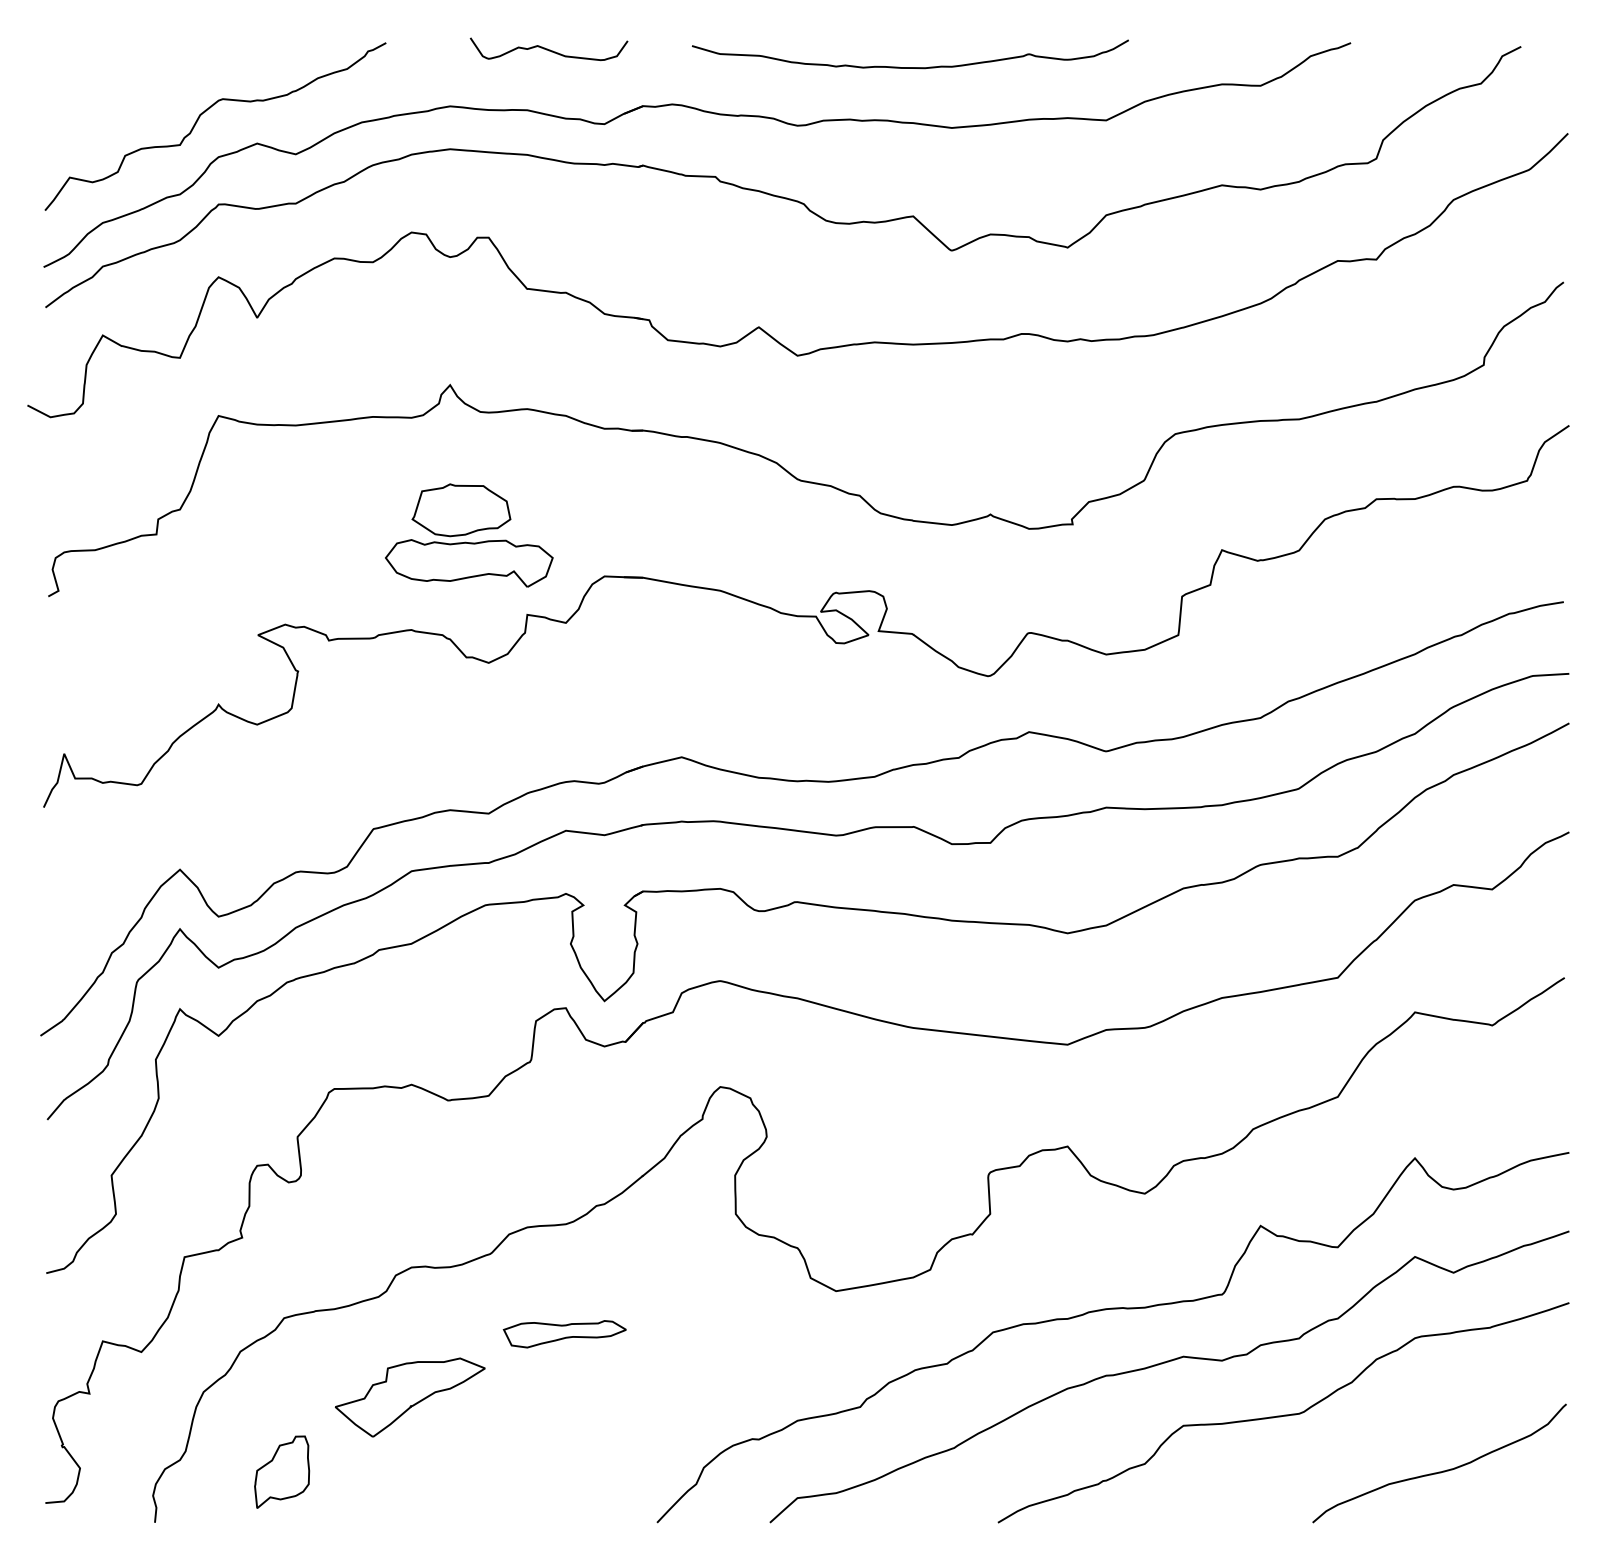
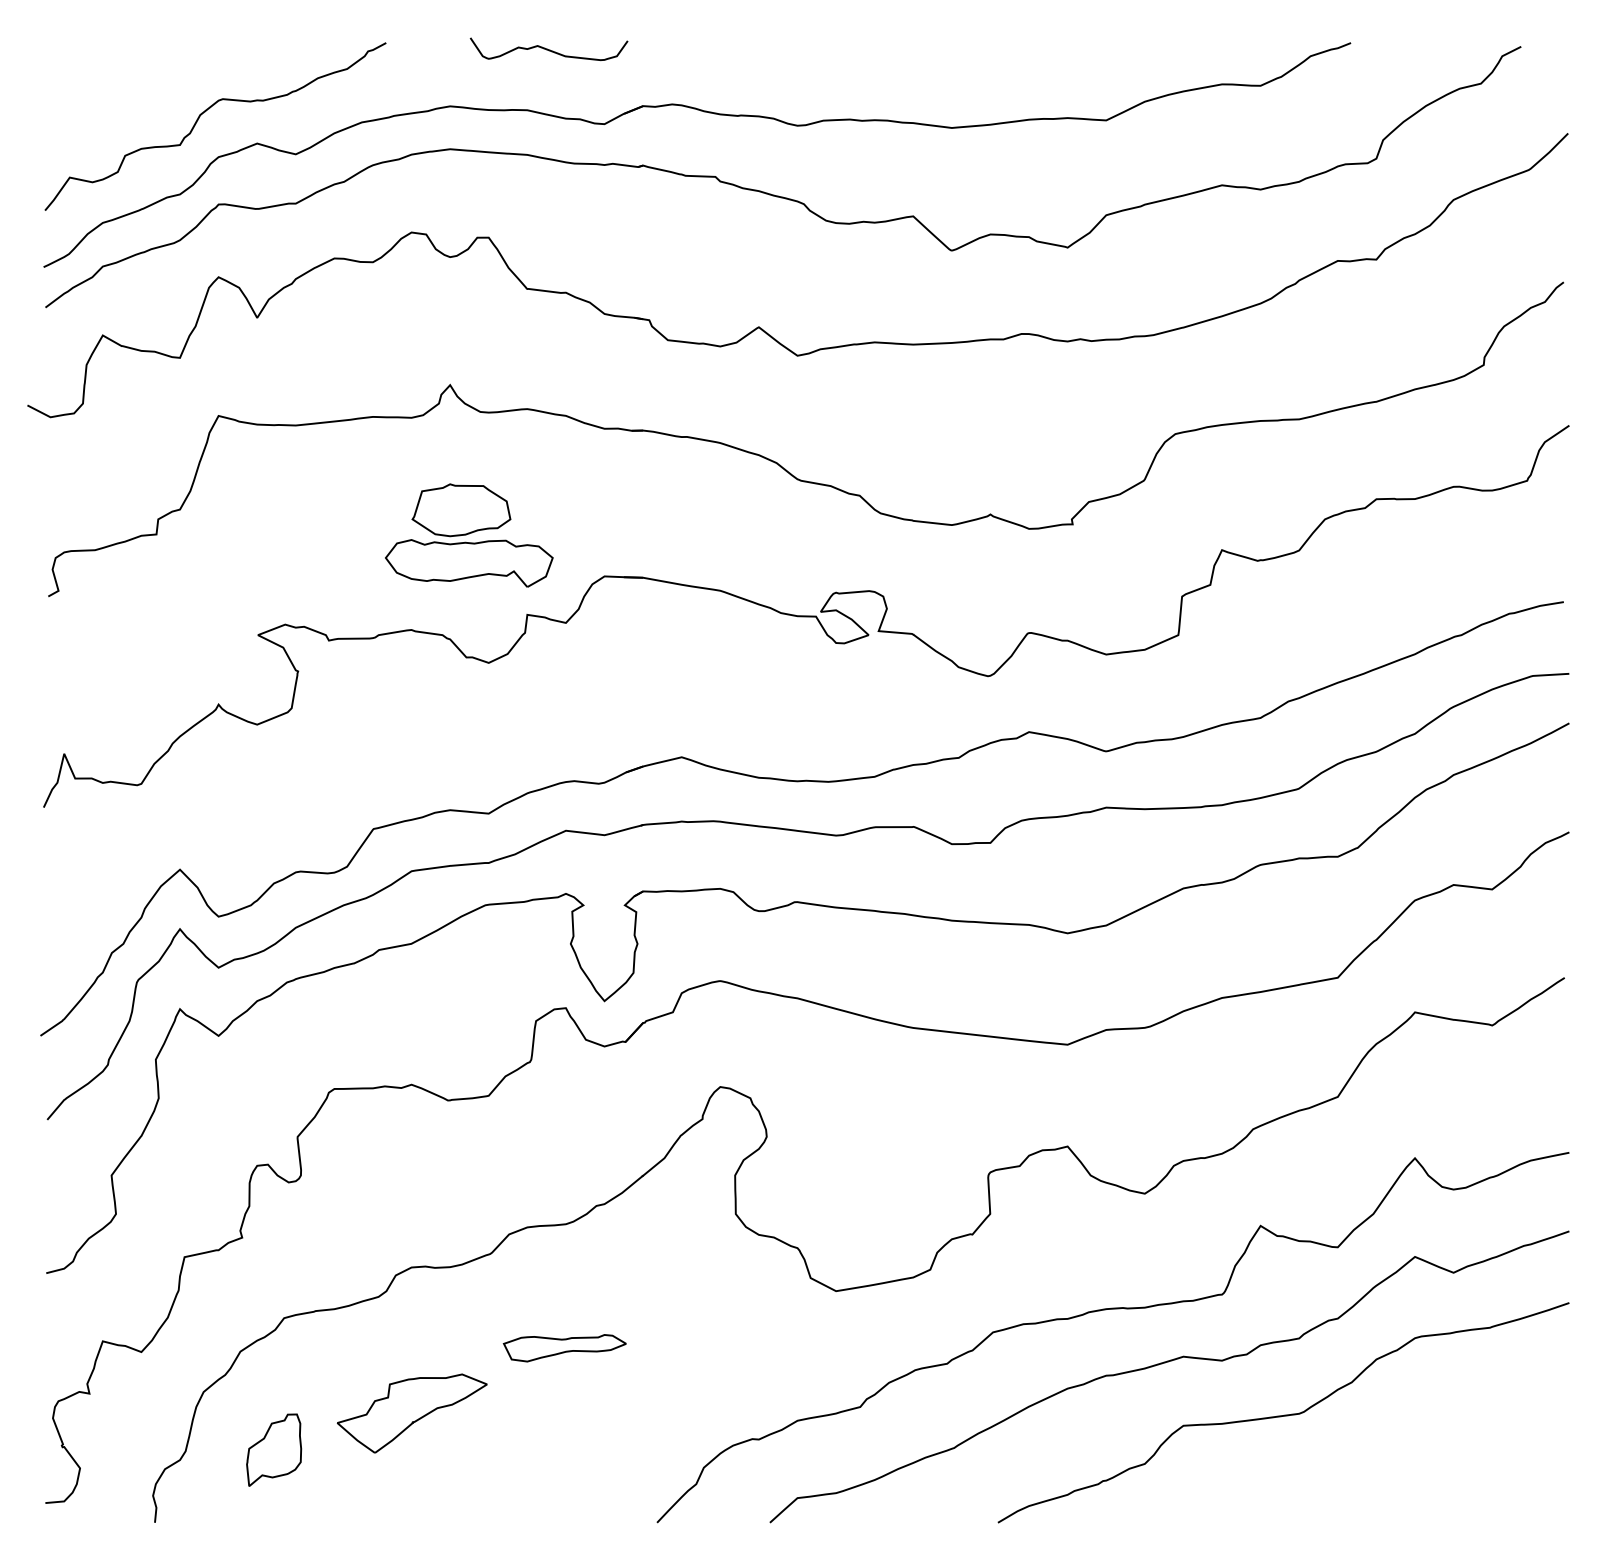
curve at (910, 67): present -> none
part at (564, 1334) position: (564, 1334) -> (564, 1348)
part at (409, 1397) position: (409, 1397) -> (411, 1413)
part at (282, 1471) position: (282, 1471) -> (274, 1449)
curve at (1439, 1471): present -> none
